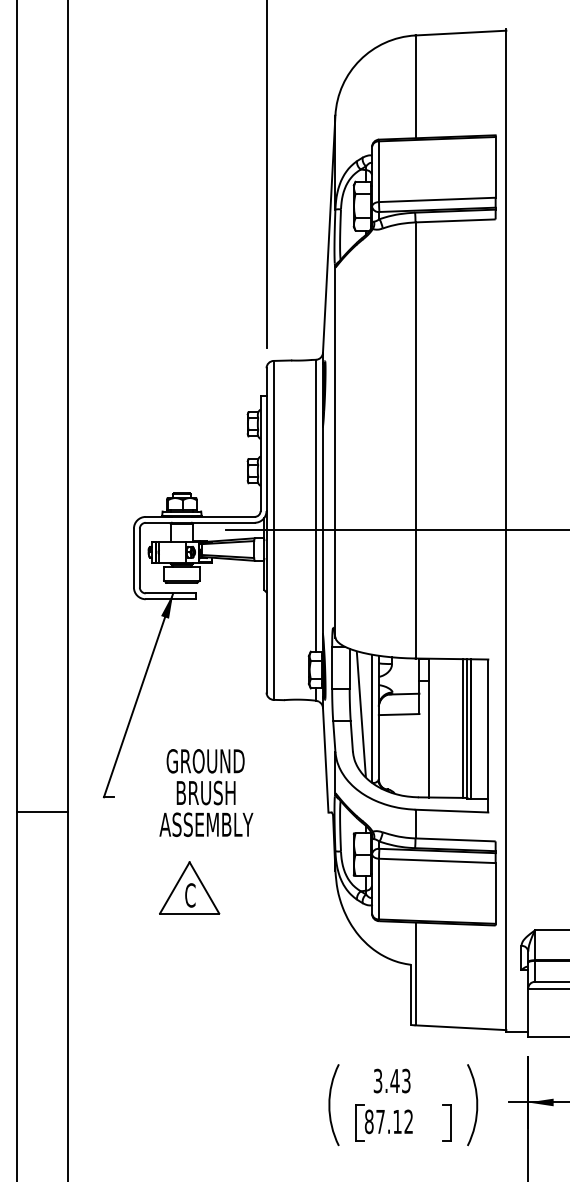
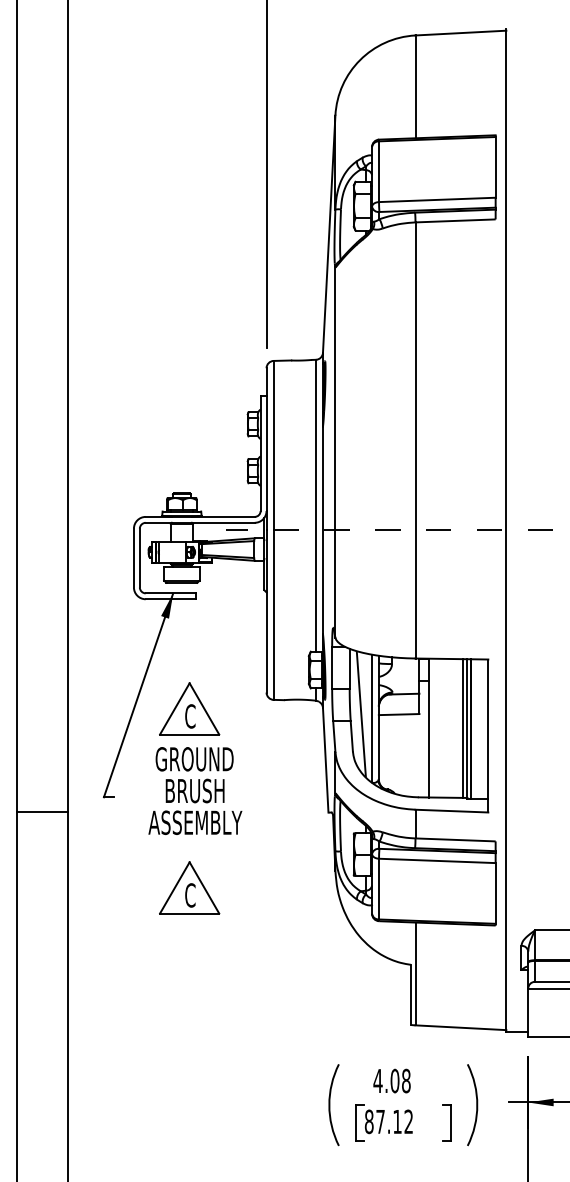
line at (397, 530): solid -> dashed
part at (189, 708): none -> present
text at (206, 792) position: (206, 792) -> (195, 790)
text at (391, 1080): 3.43 -> 4.08
